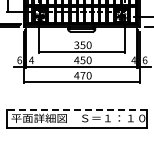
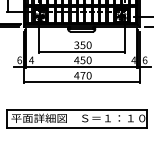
line at (76, 110): dashed -> solid
